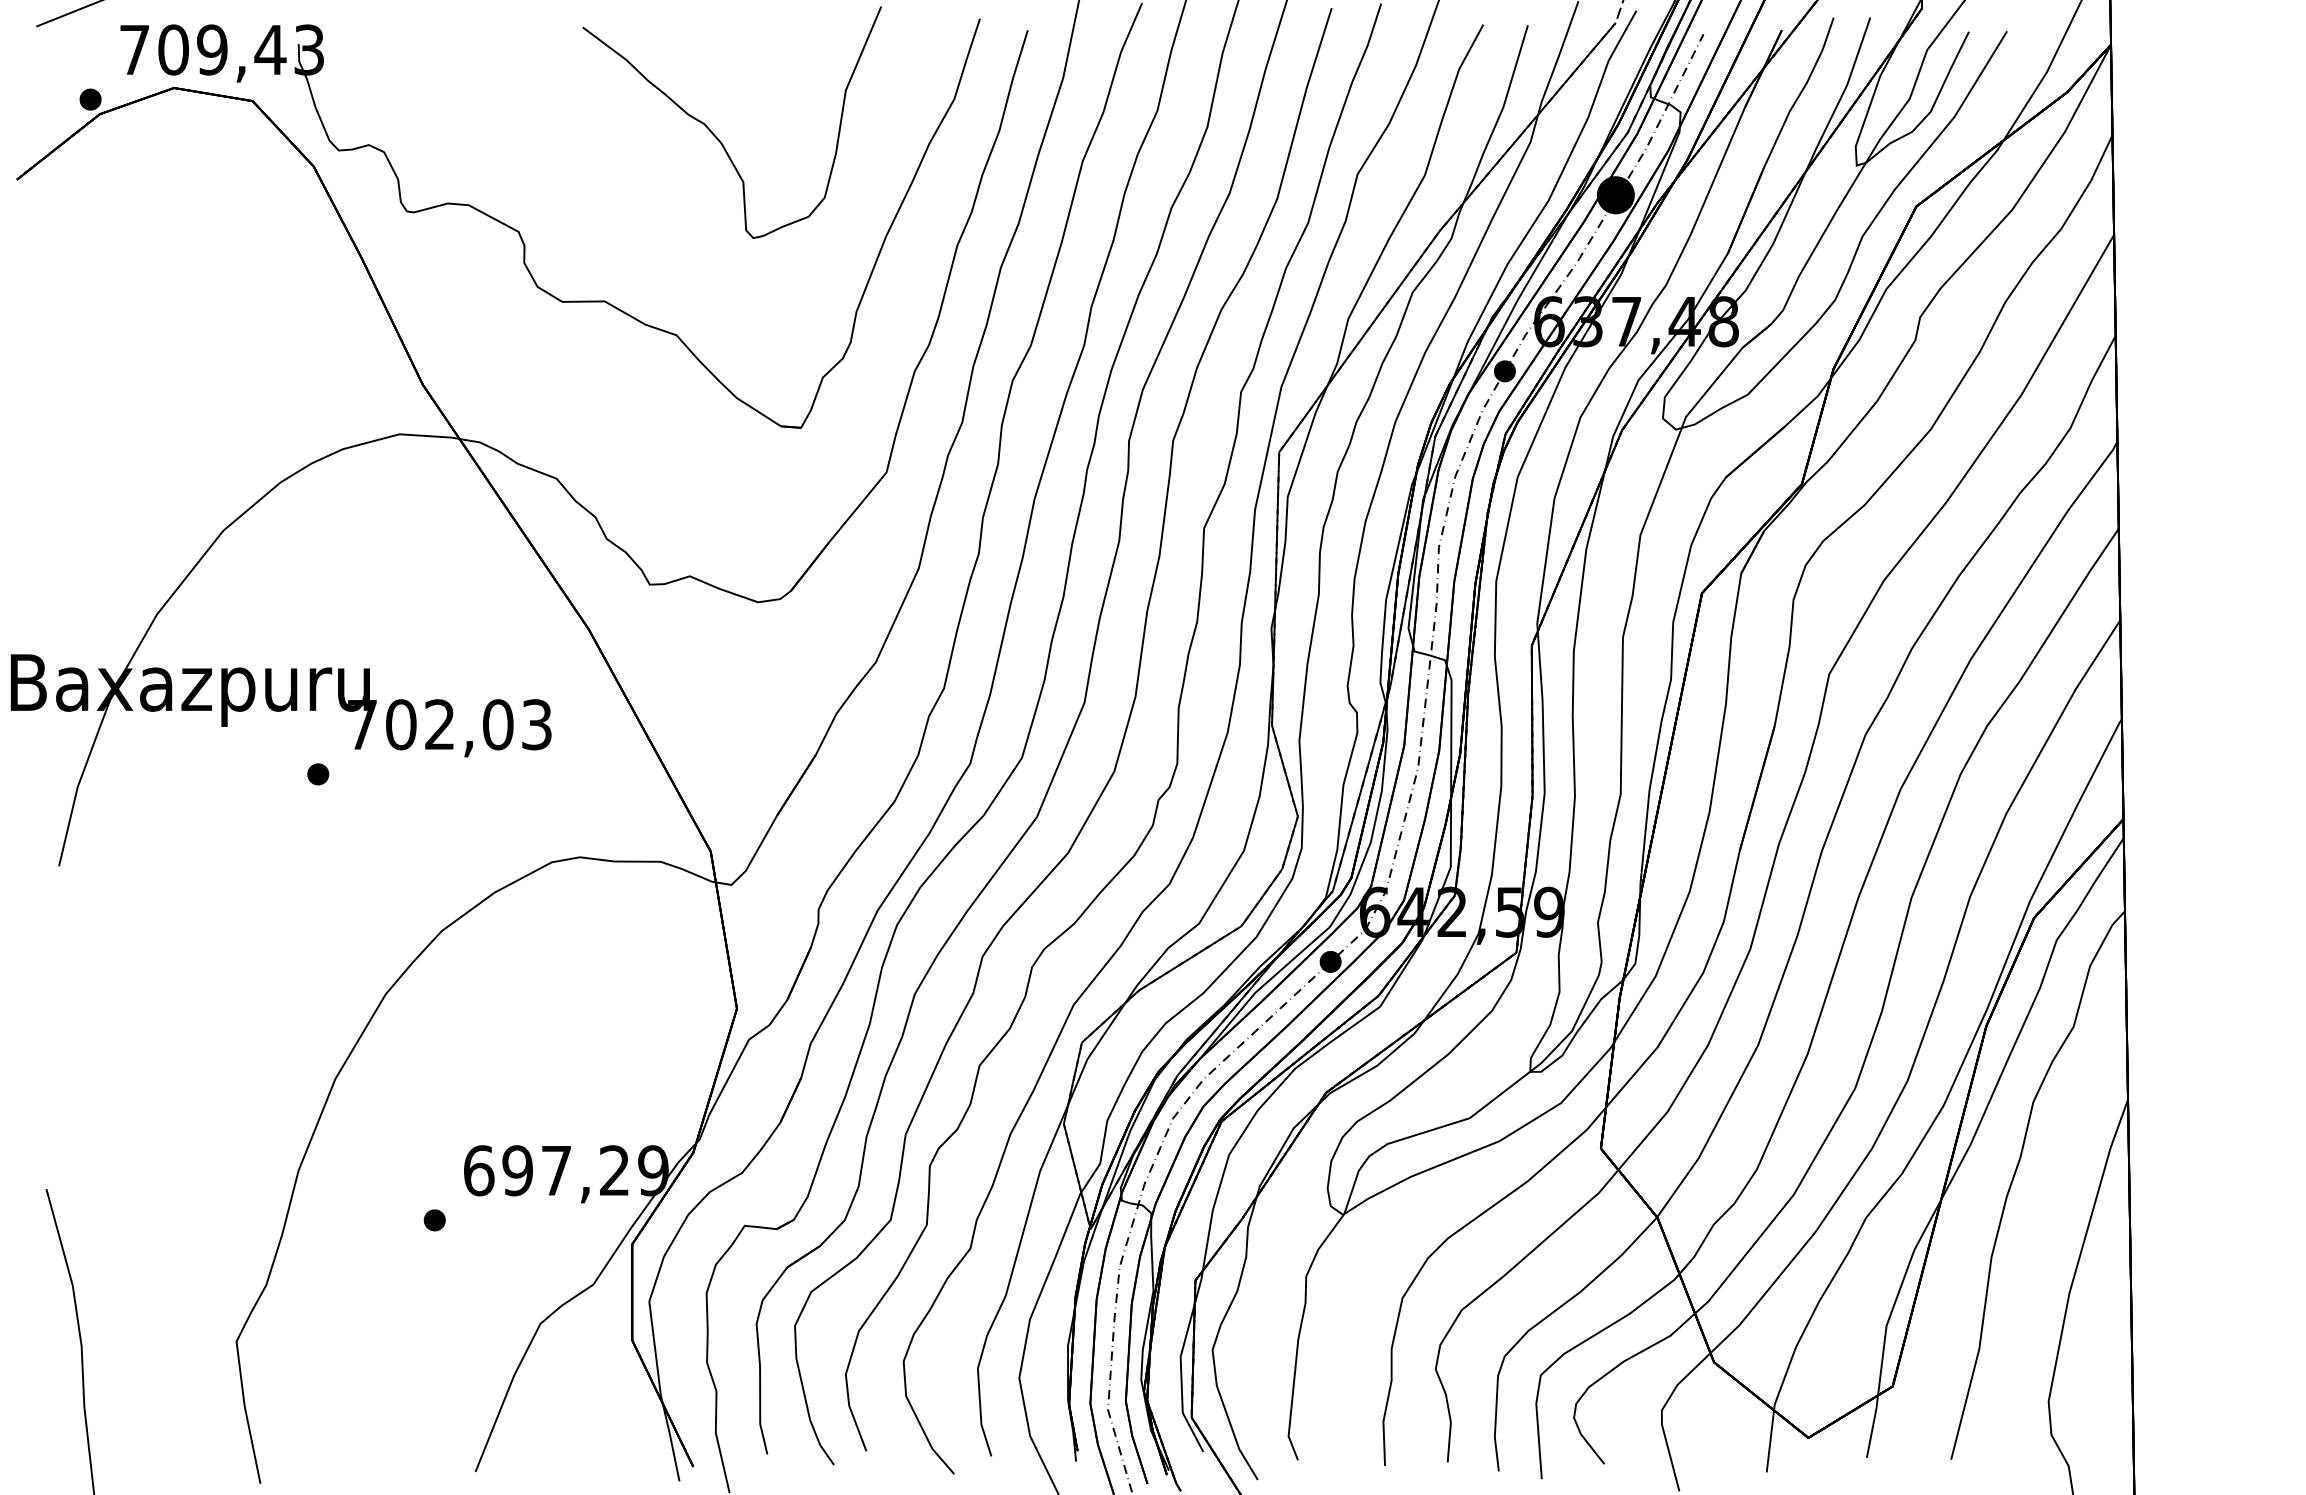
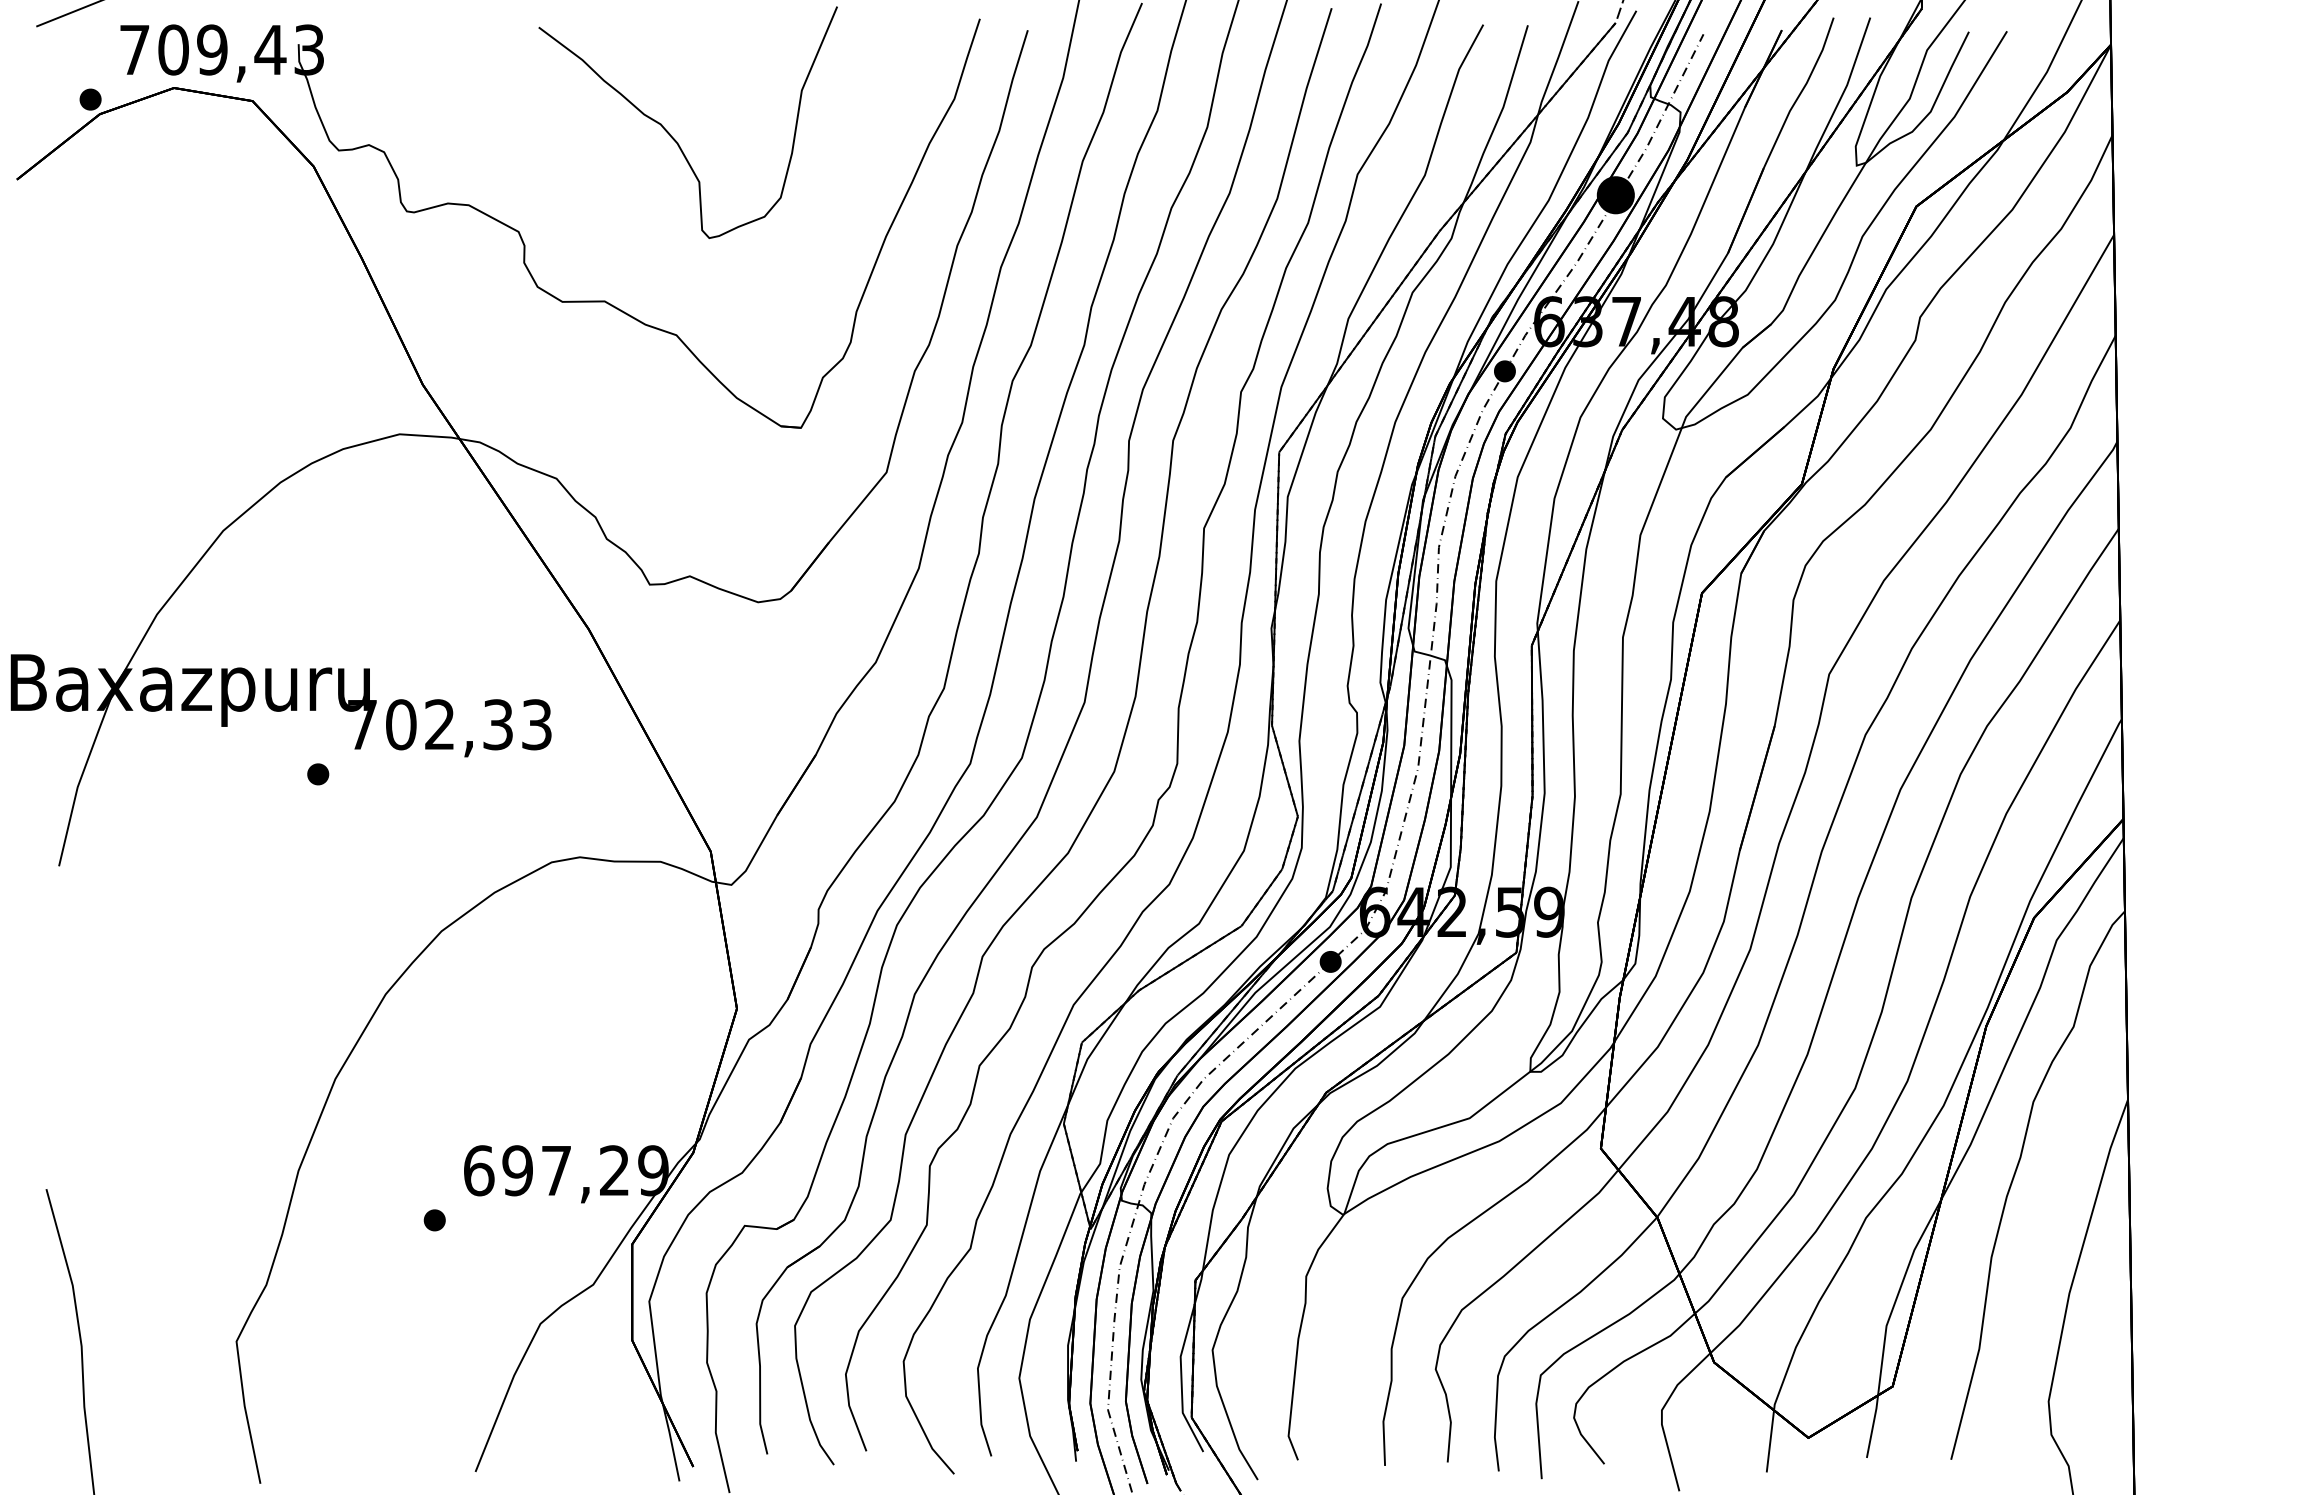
curve at (714, 133) position: (714, 133) -> (670, 133)
text at (498, 724): 702,03 -> 702,33
